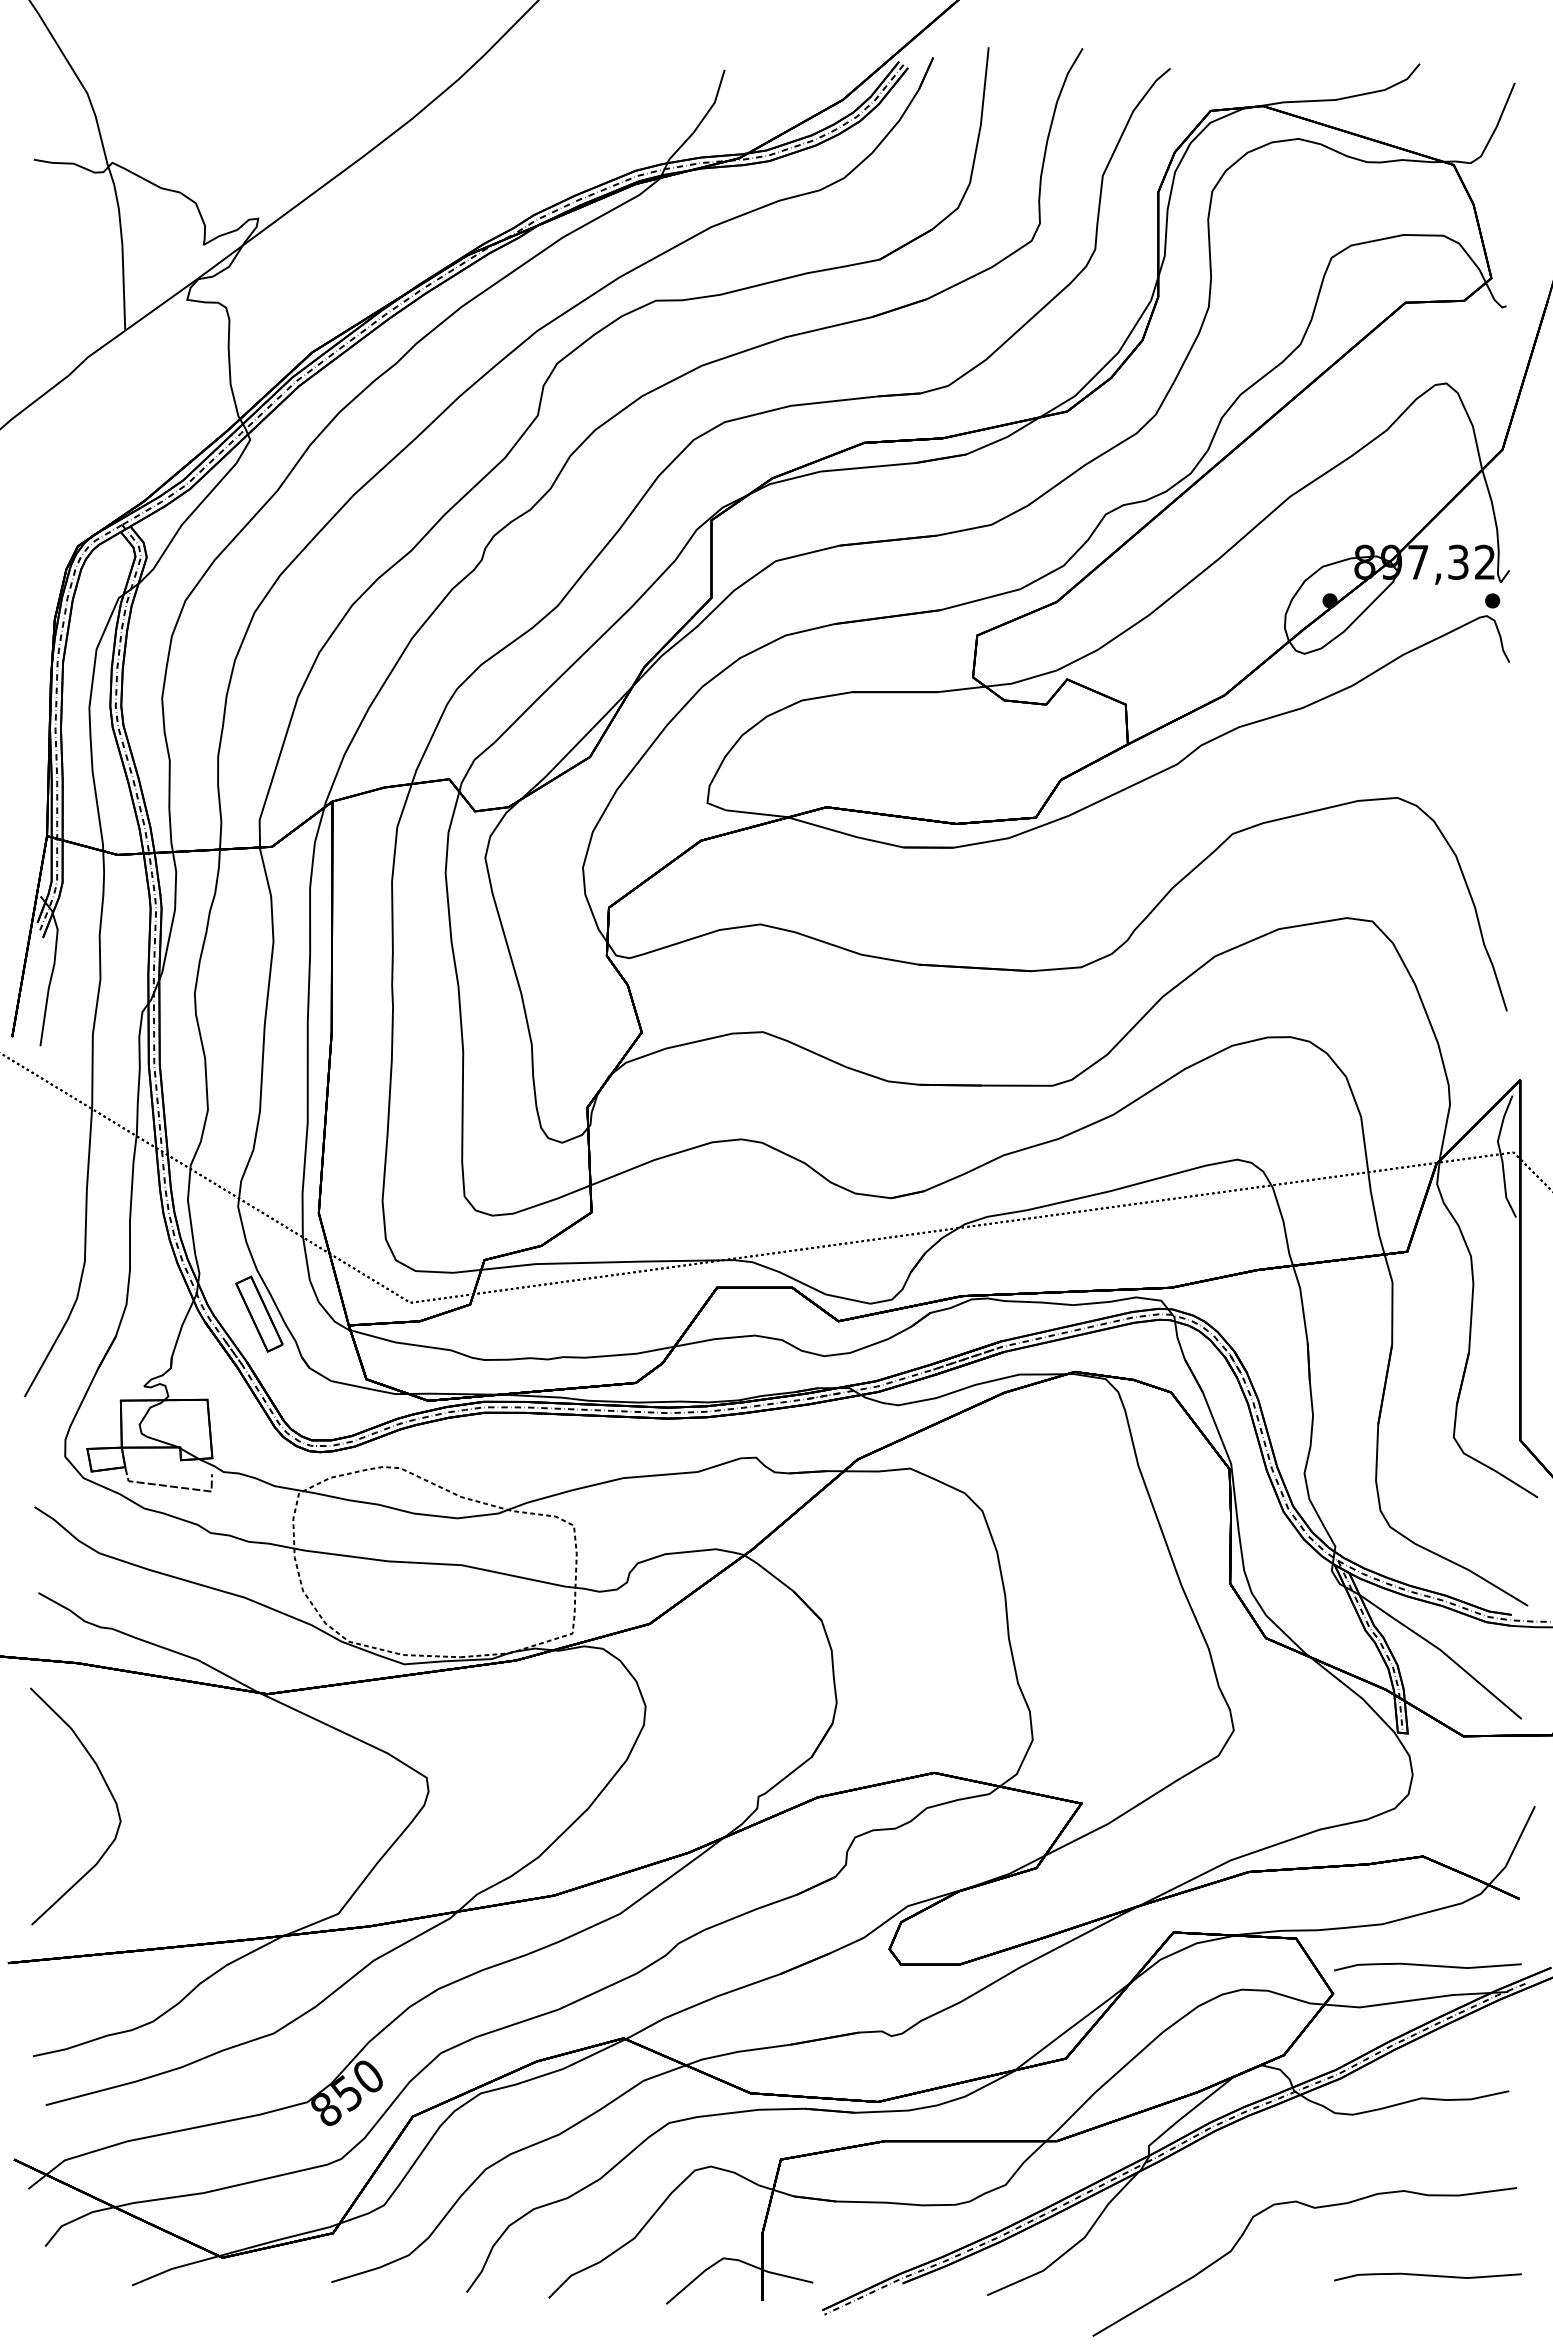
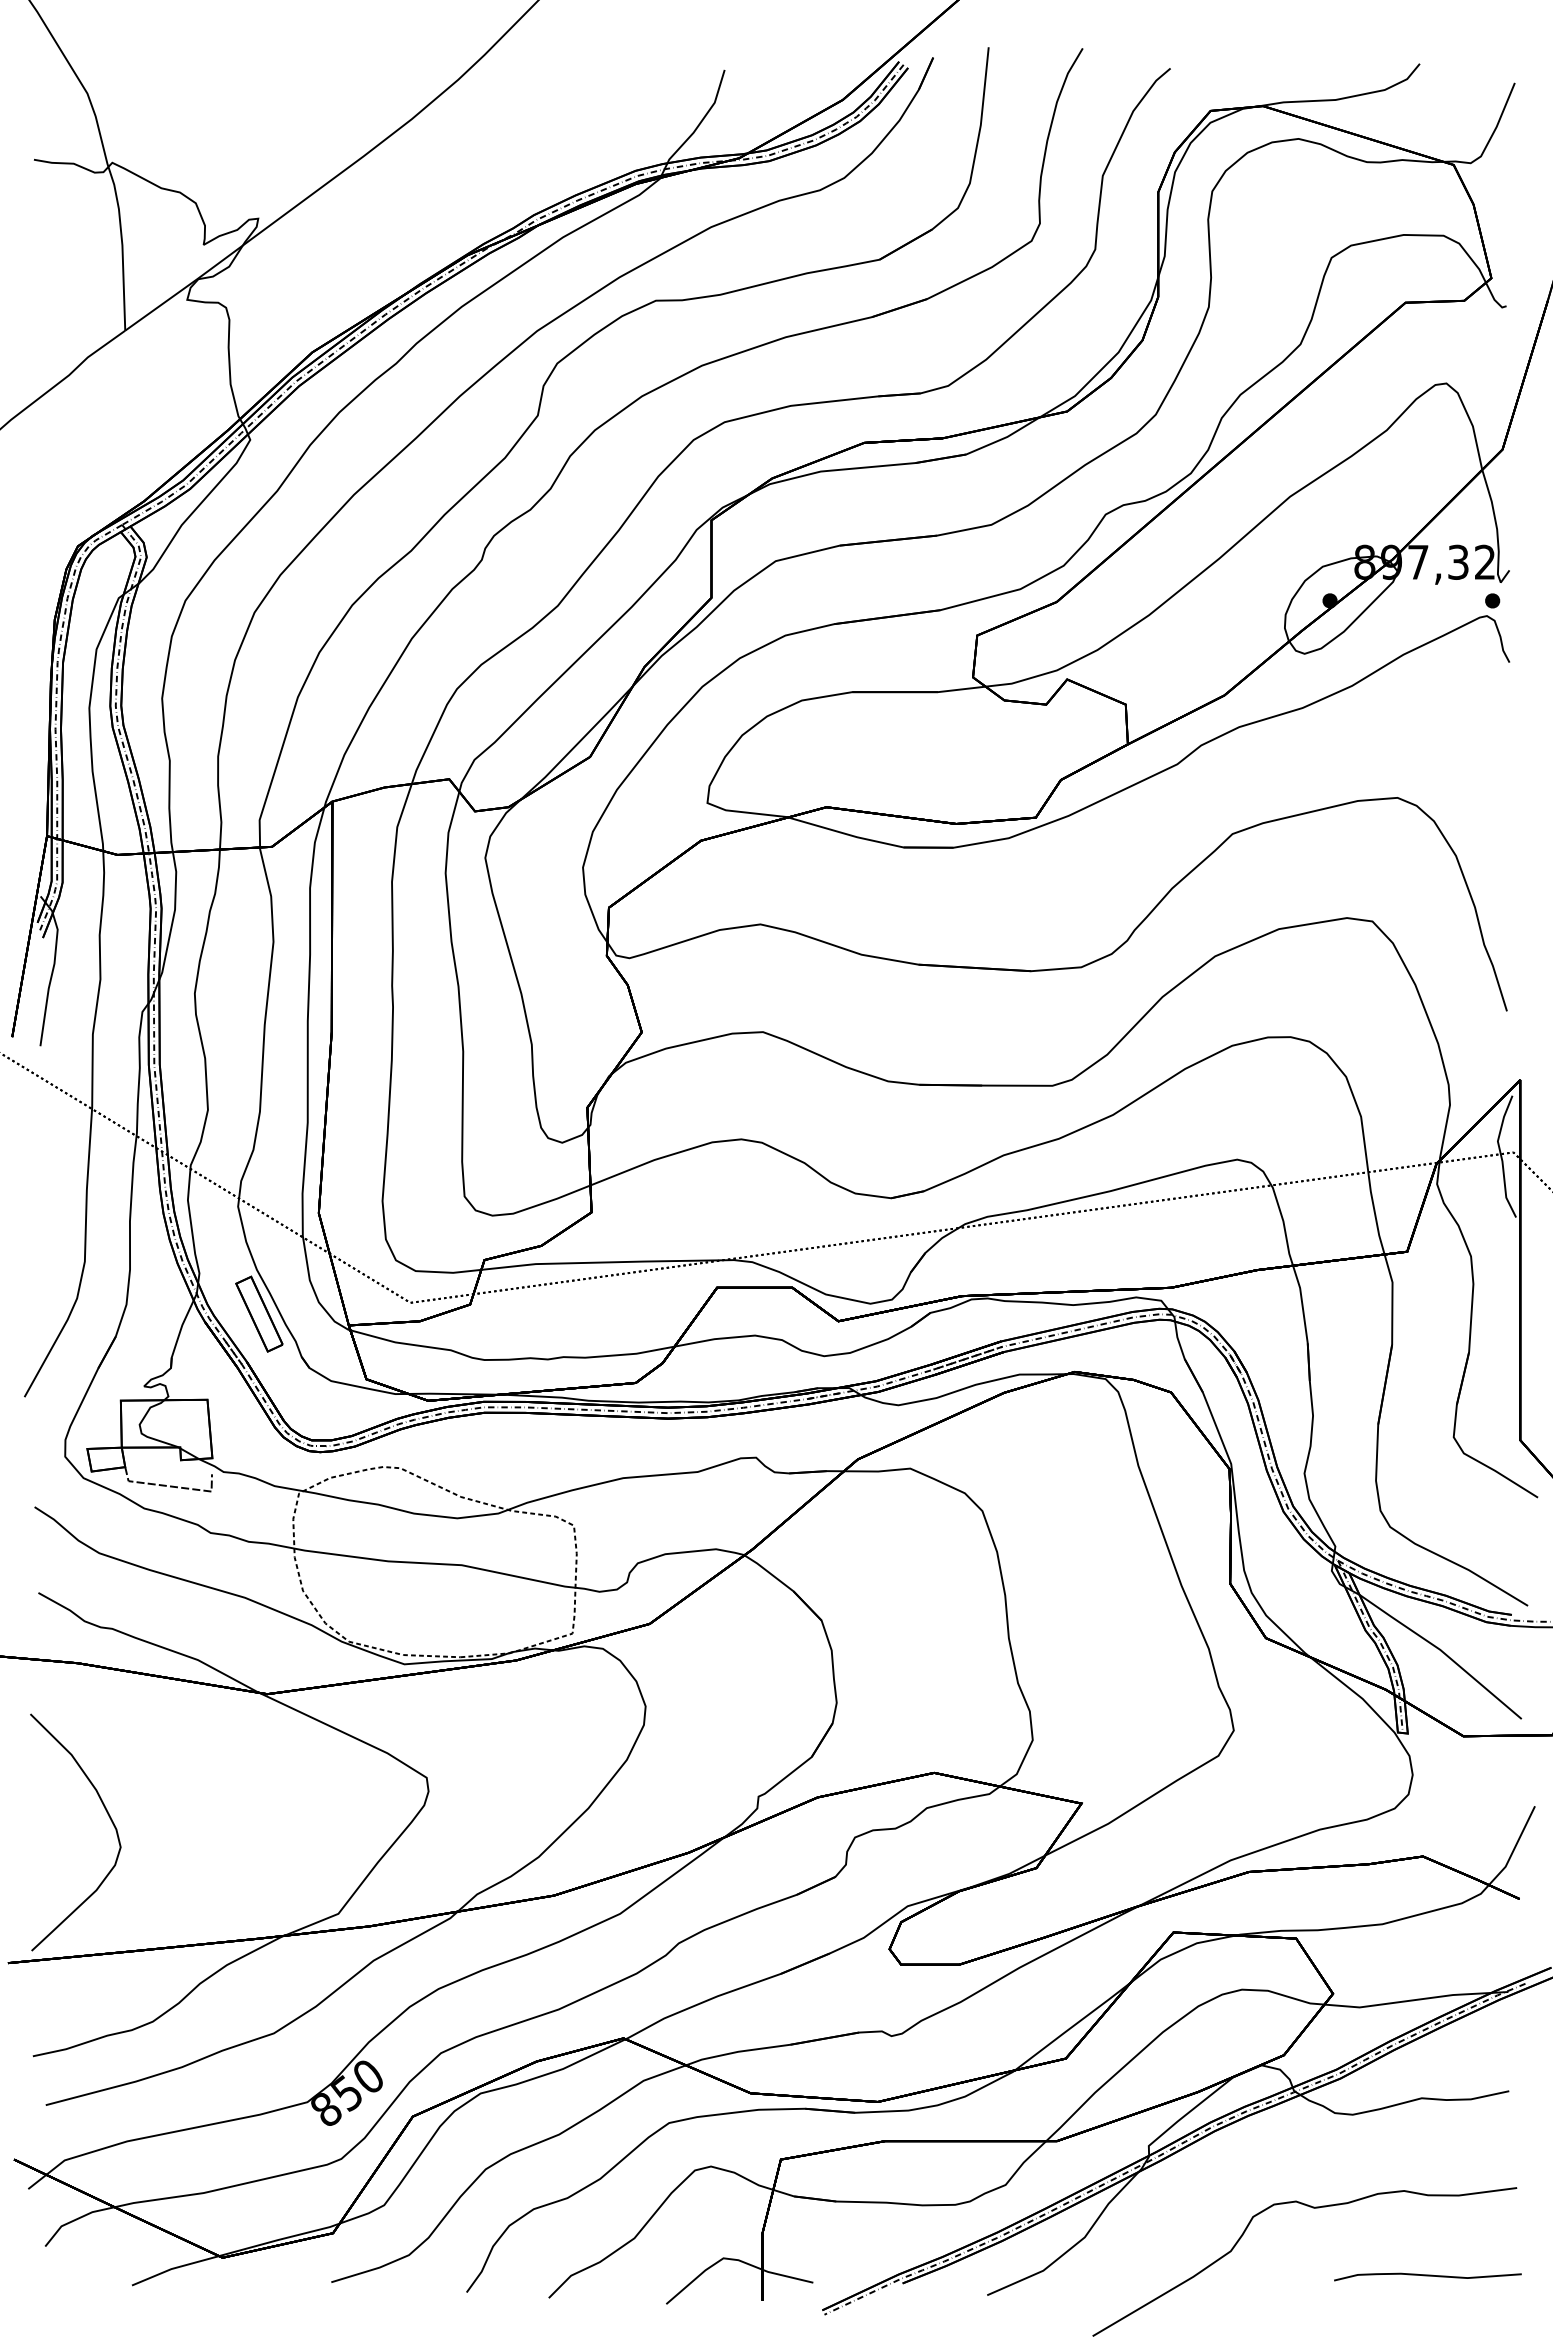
curve at (108, 1790) position: (108, 1790) -> (108, 1816)
curve at (1427, 1966): present -> none
